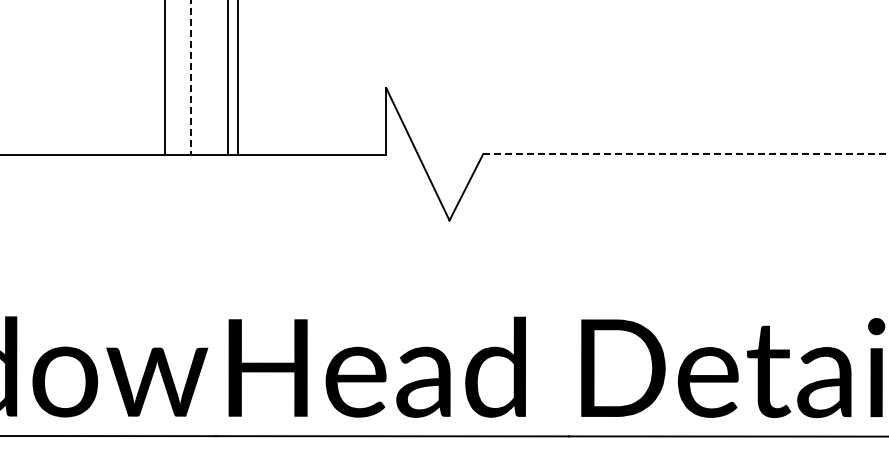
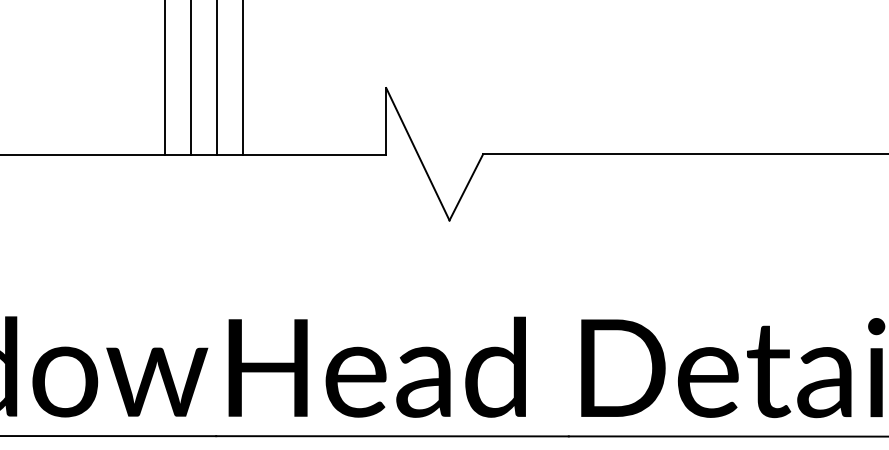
line at (191, 78): dashed -> solid
line at (228, 78) position: (228, 78) -> (217, 78)
line at (238, 78) position: (238, 78) -> (243, 78)
line at (686, 154): dashed -> solid
